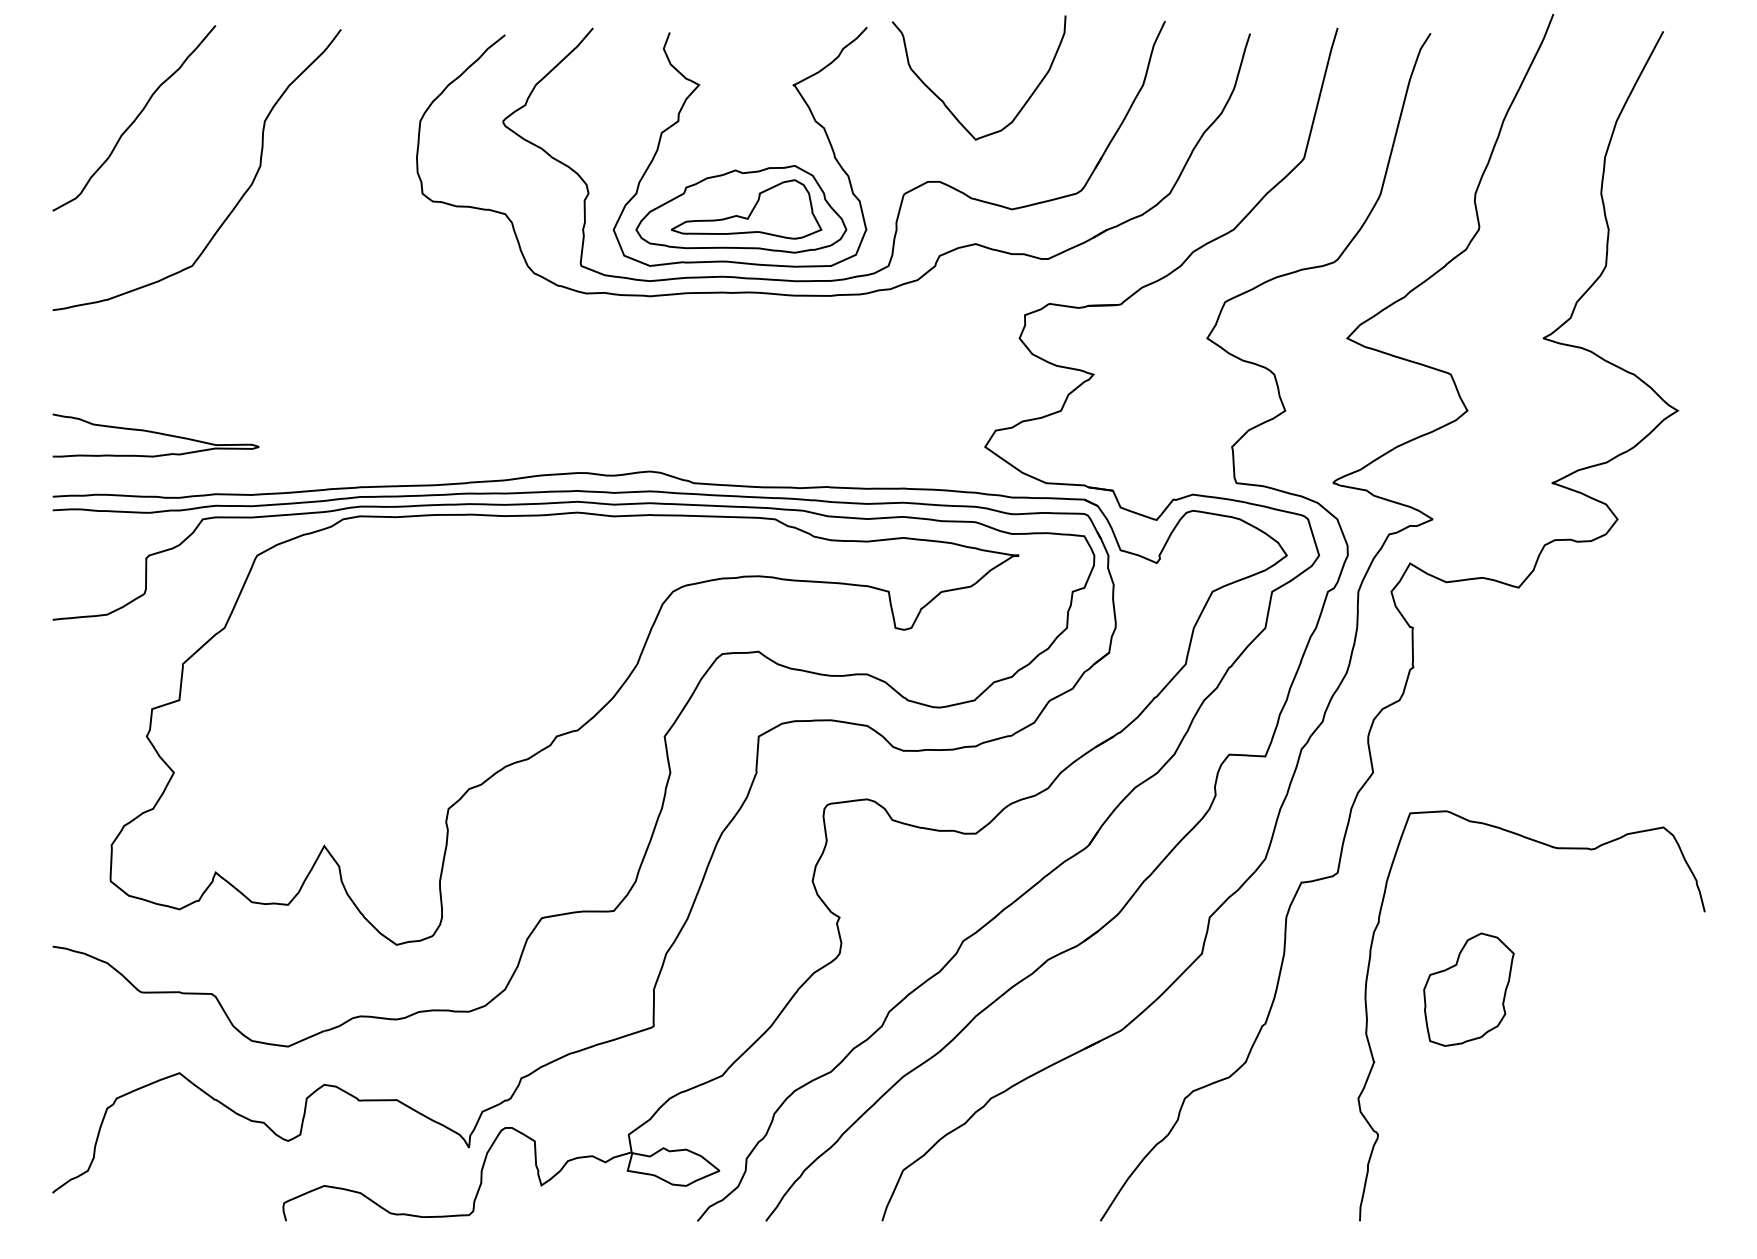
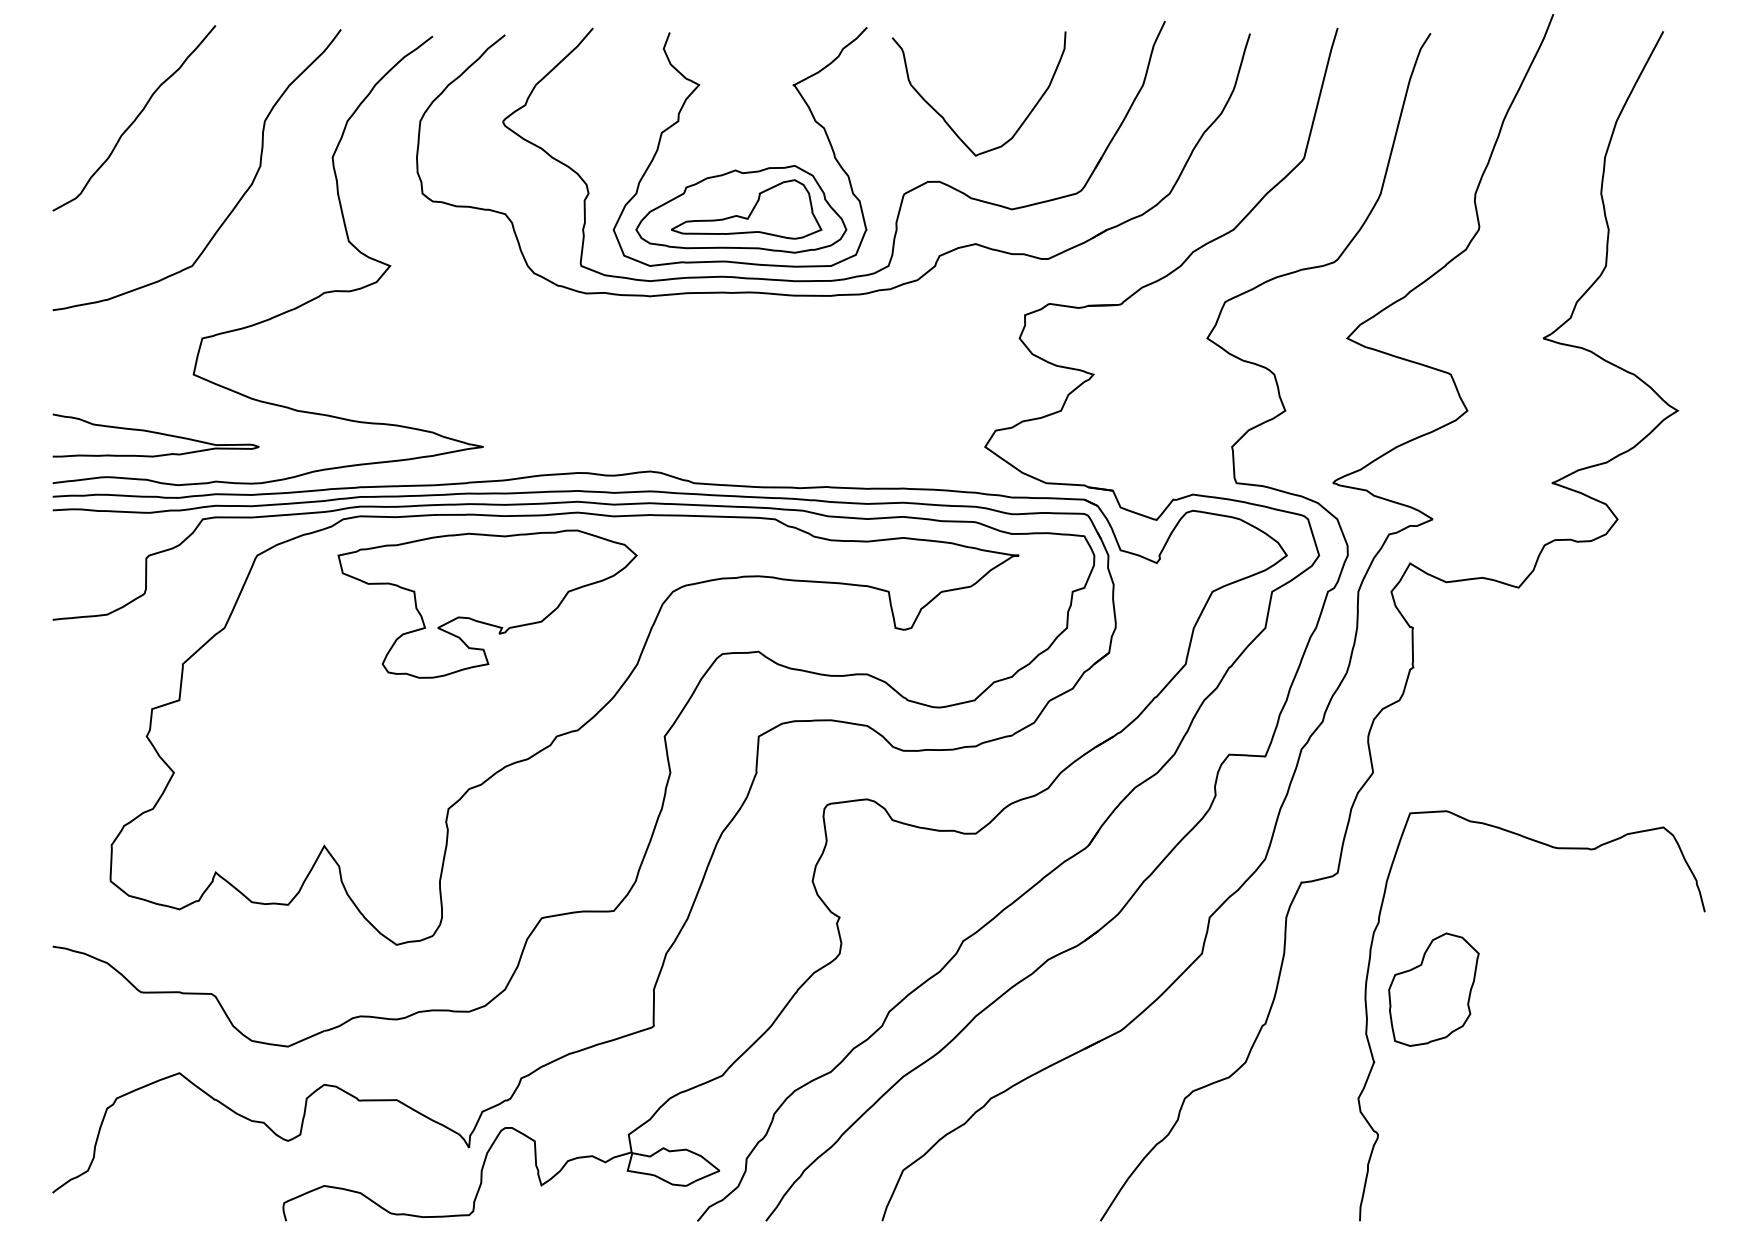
curve at (943, 100) position: (943, 100) -> (943, 116)
curve at (289, 309): none -> present
part at (487, 603): none -> present
part at (1468, 989) position: (1468, 989) -> (1433, 989)
